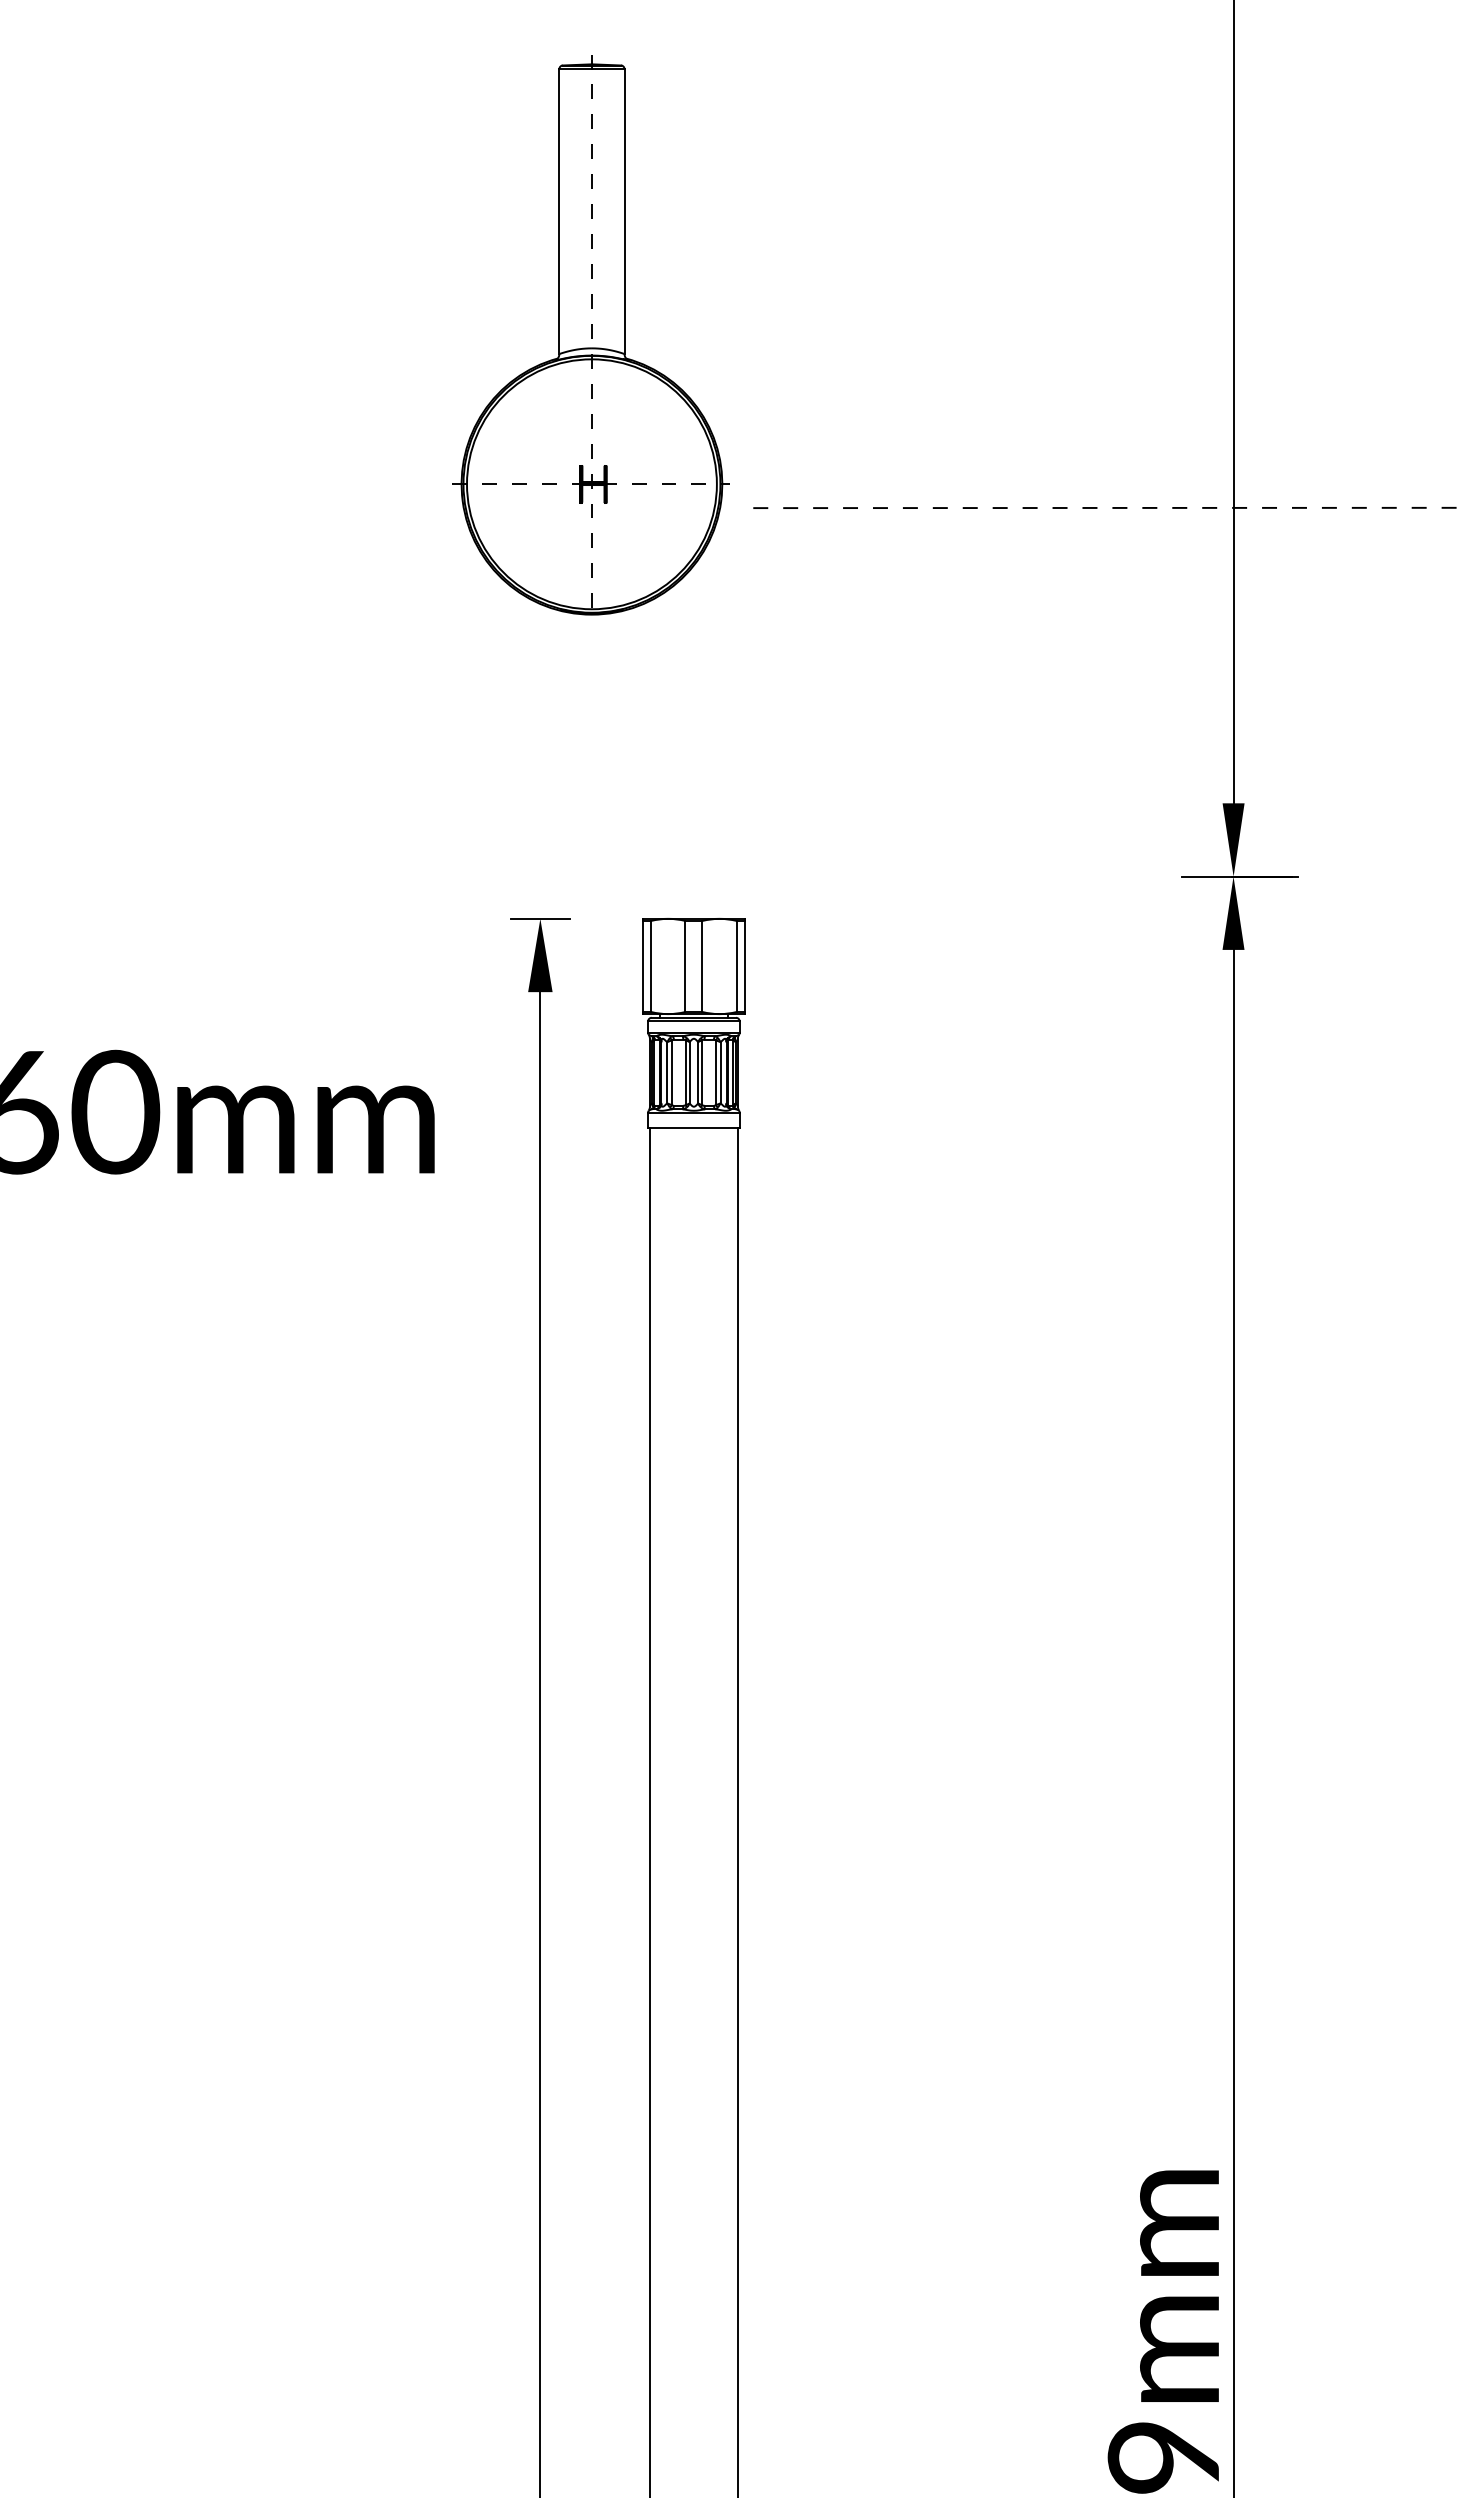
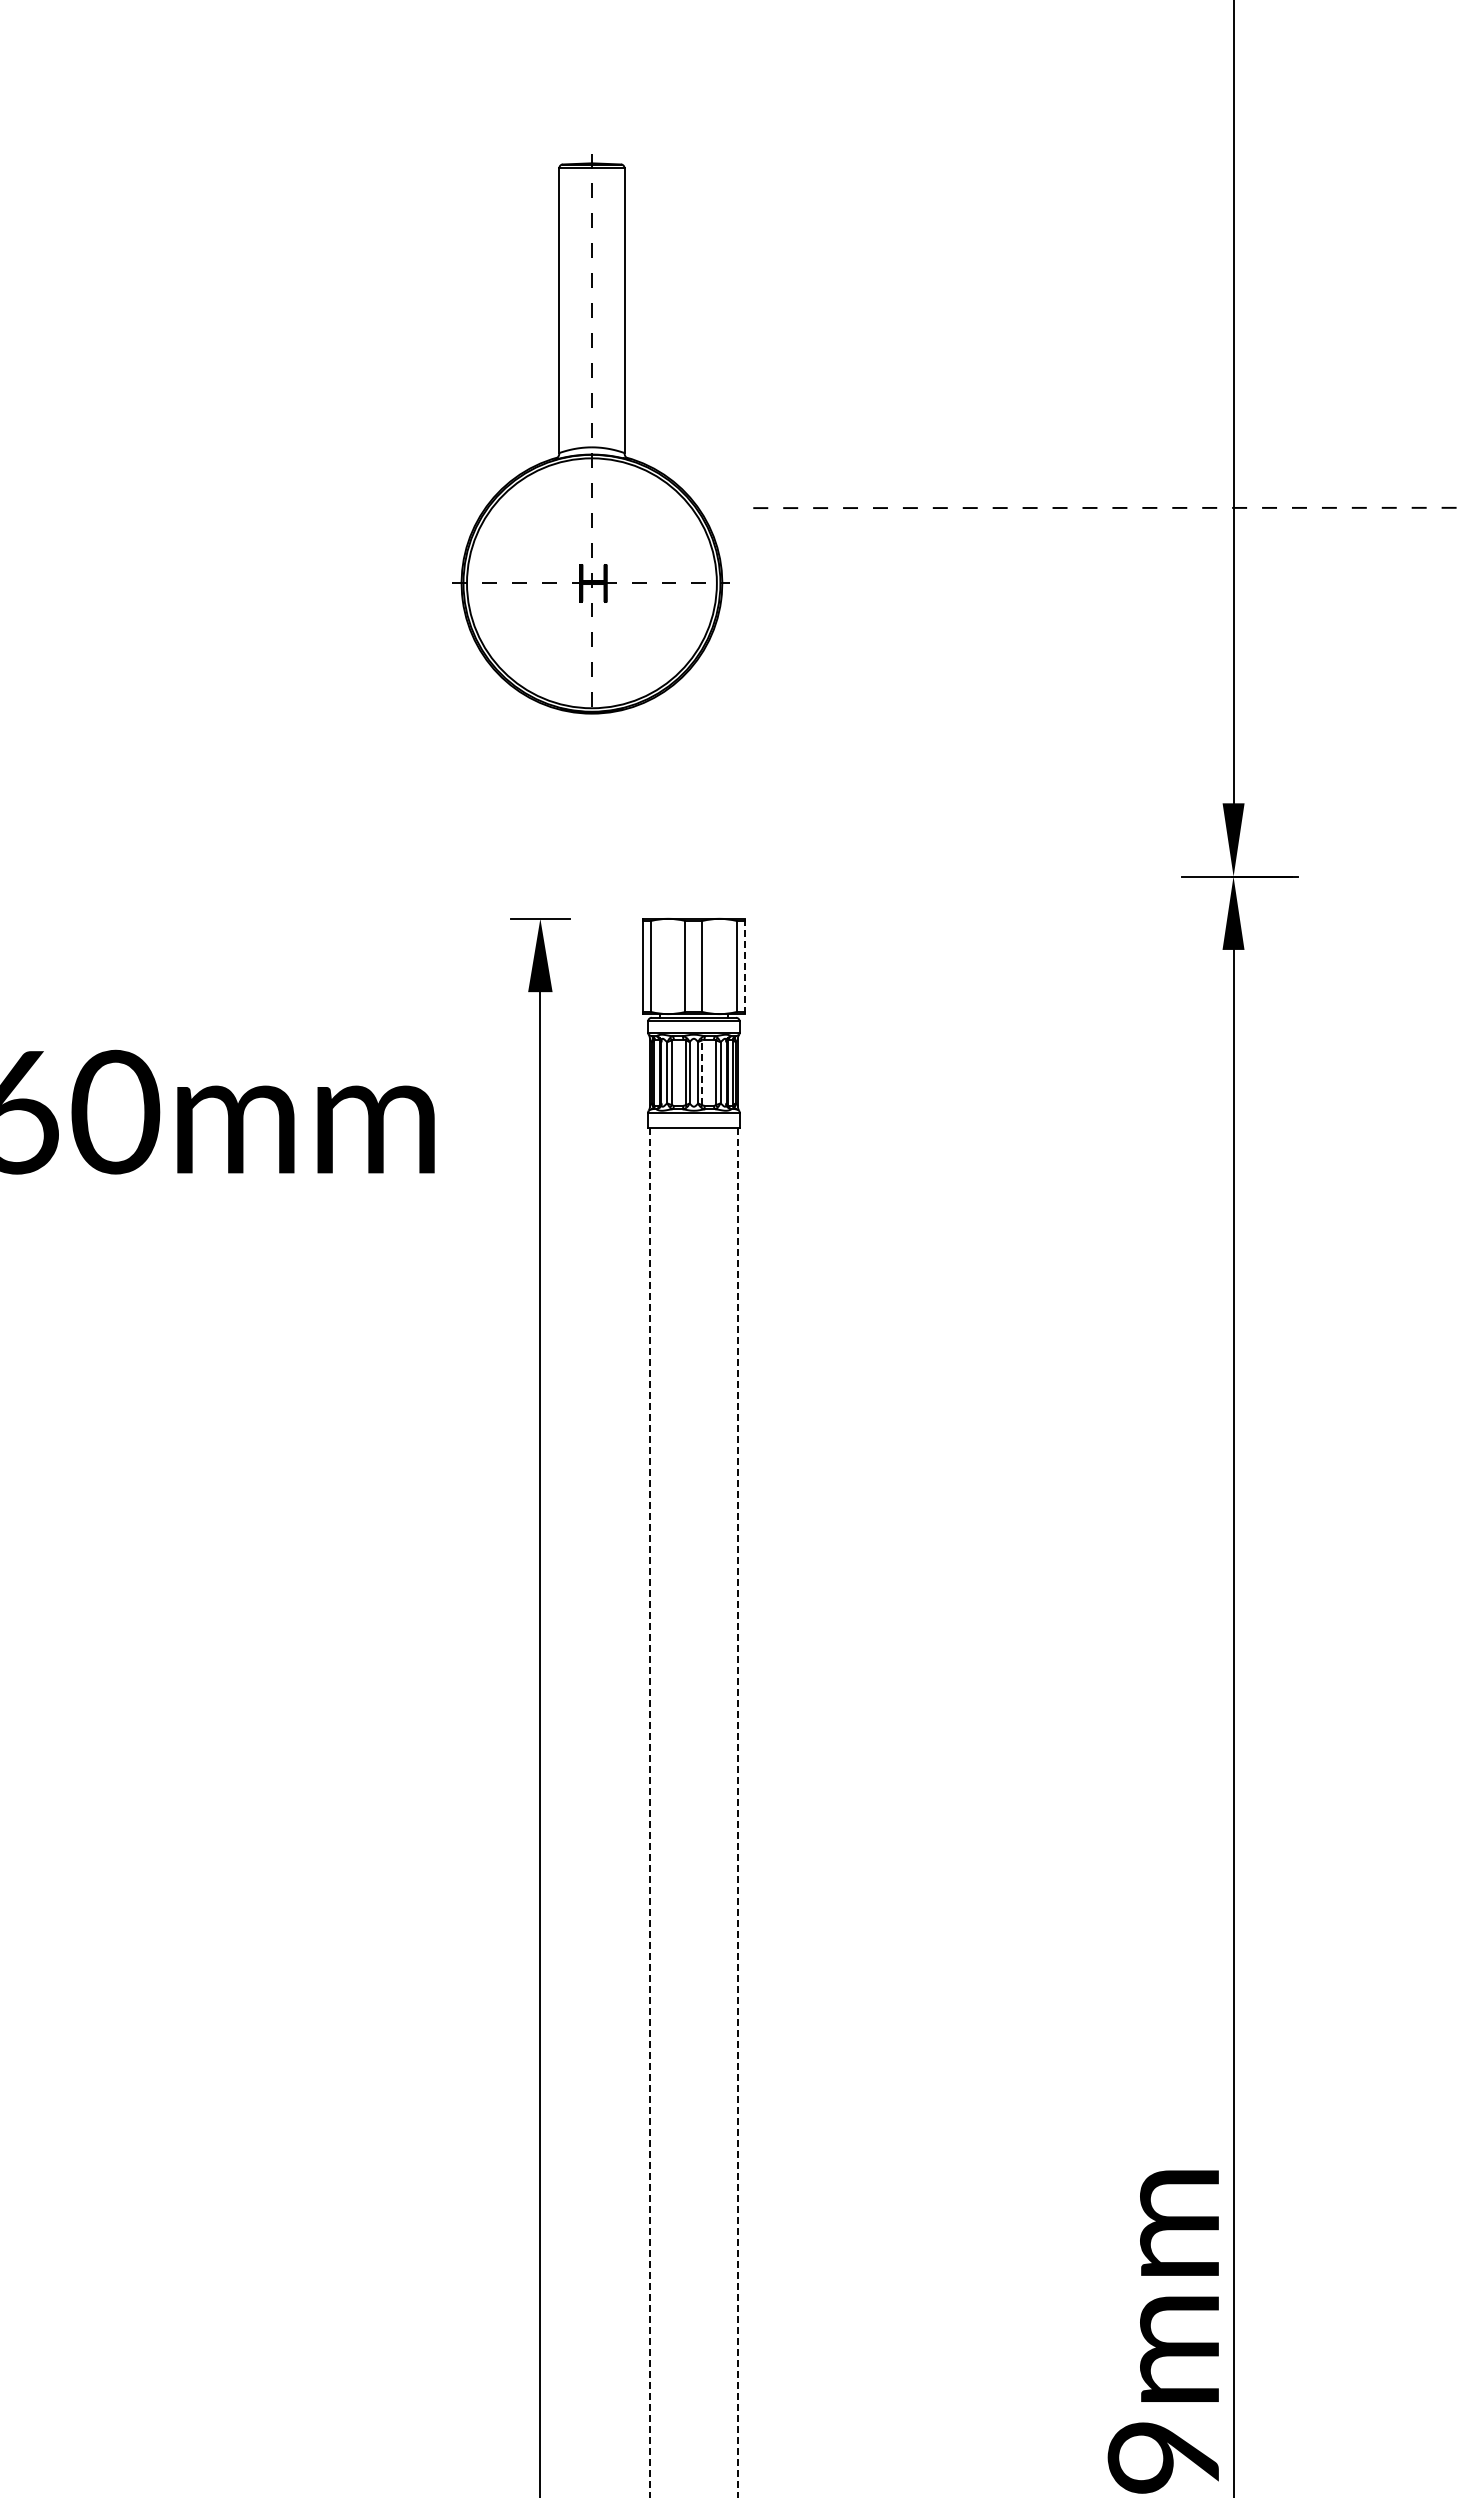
part at (590, 335) position: (590, 335) -> (590, 434)
line at (745, 966): solid -> dashed
line at (702, 1072): solid -> dashed
line at (649, 1812): solid -> dashed
line at (737, 1812): solid -> dashed
